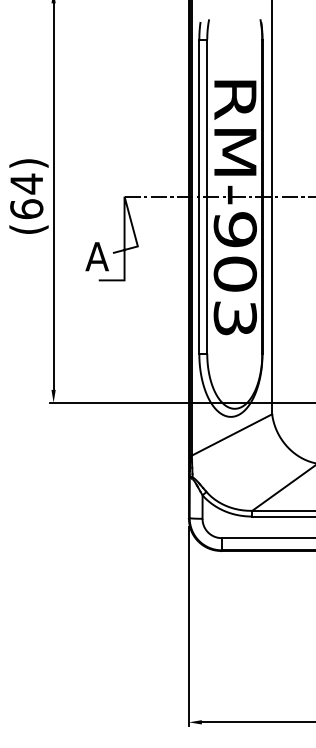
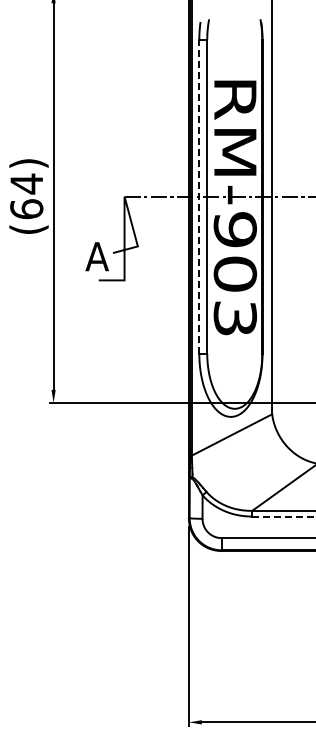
line at (199, 196): solid -> dashed
line at (283, 516): solid -> dashed
